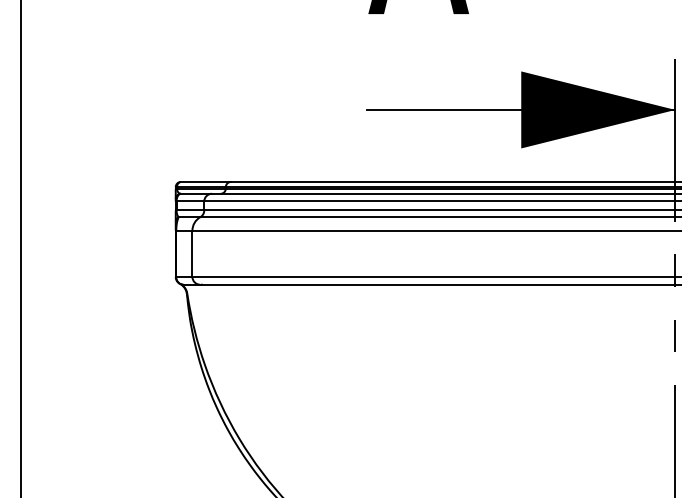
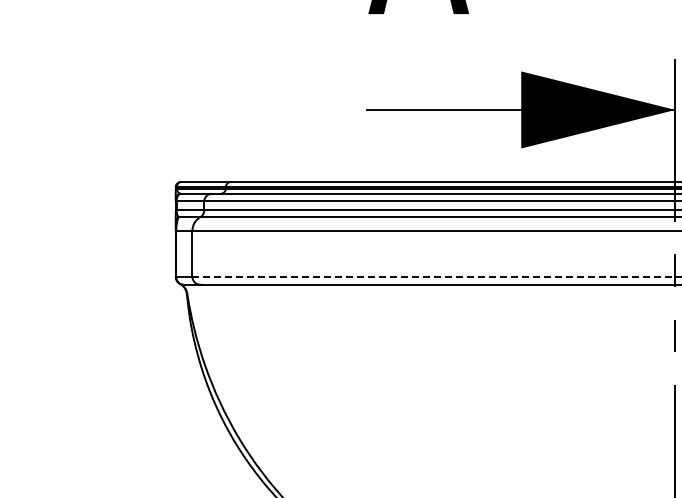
line at (21, 248): present -> none
line at (437, 277): solid -> dashed
